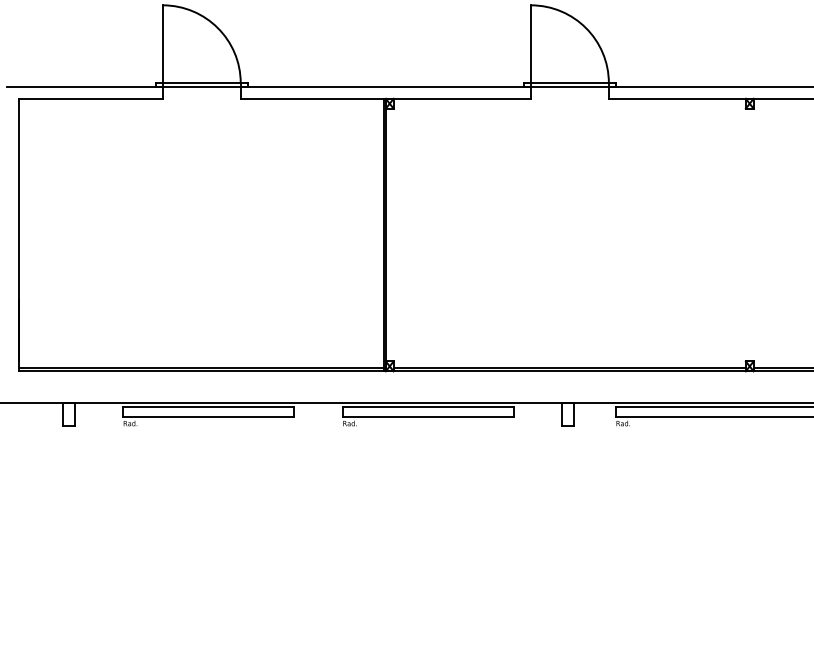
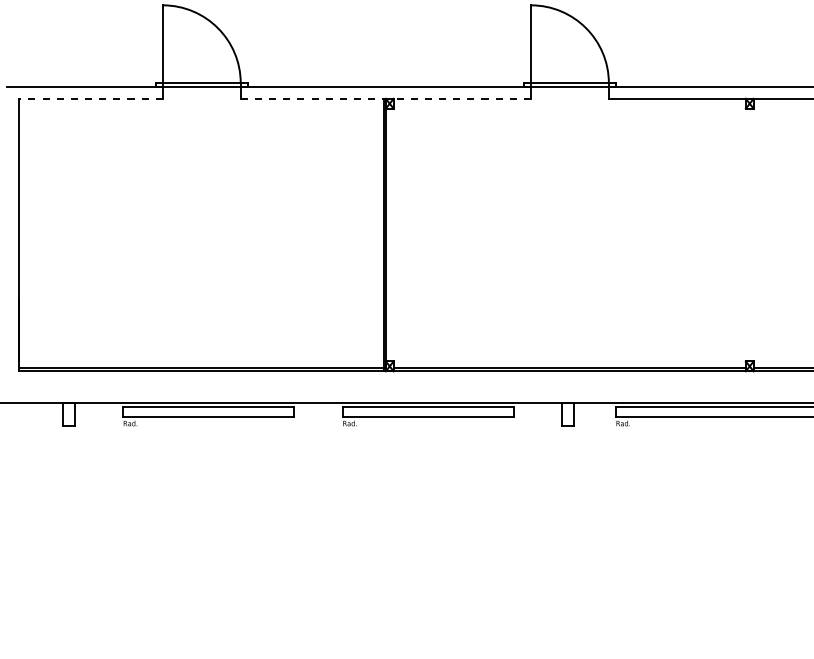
line at (91, 98): solid -> dashed
line at (385, 98): solid -> dashed
